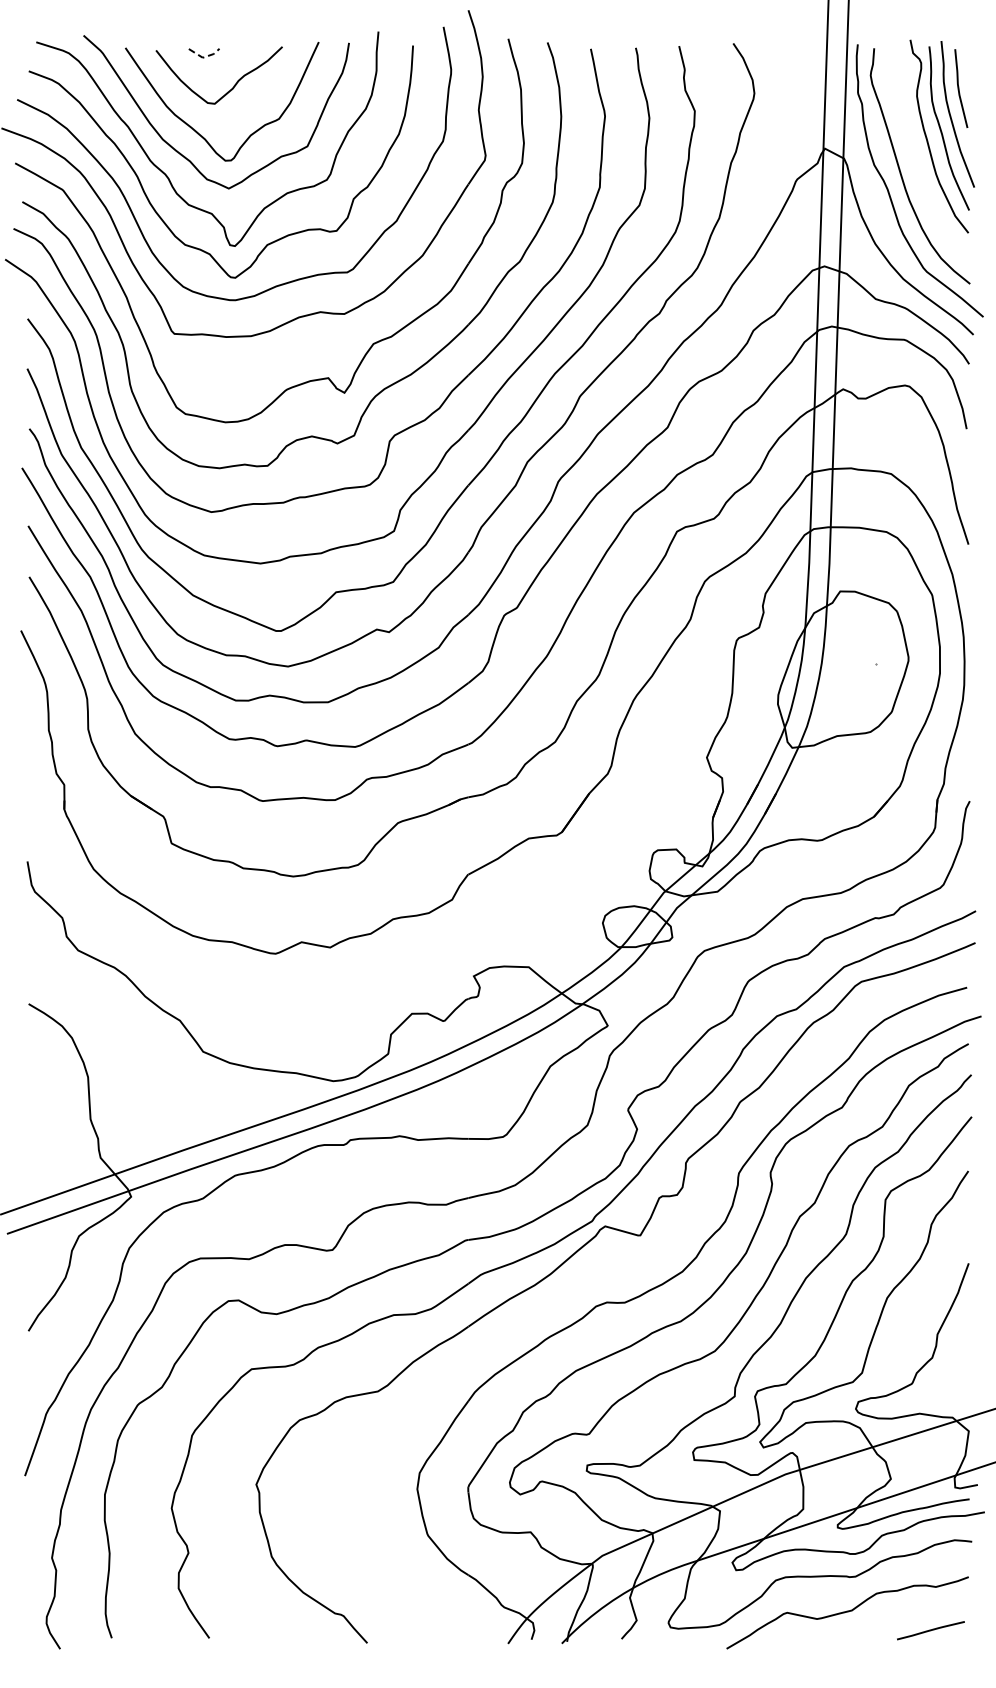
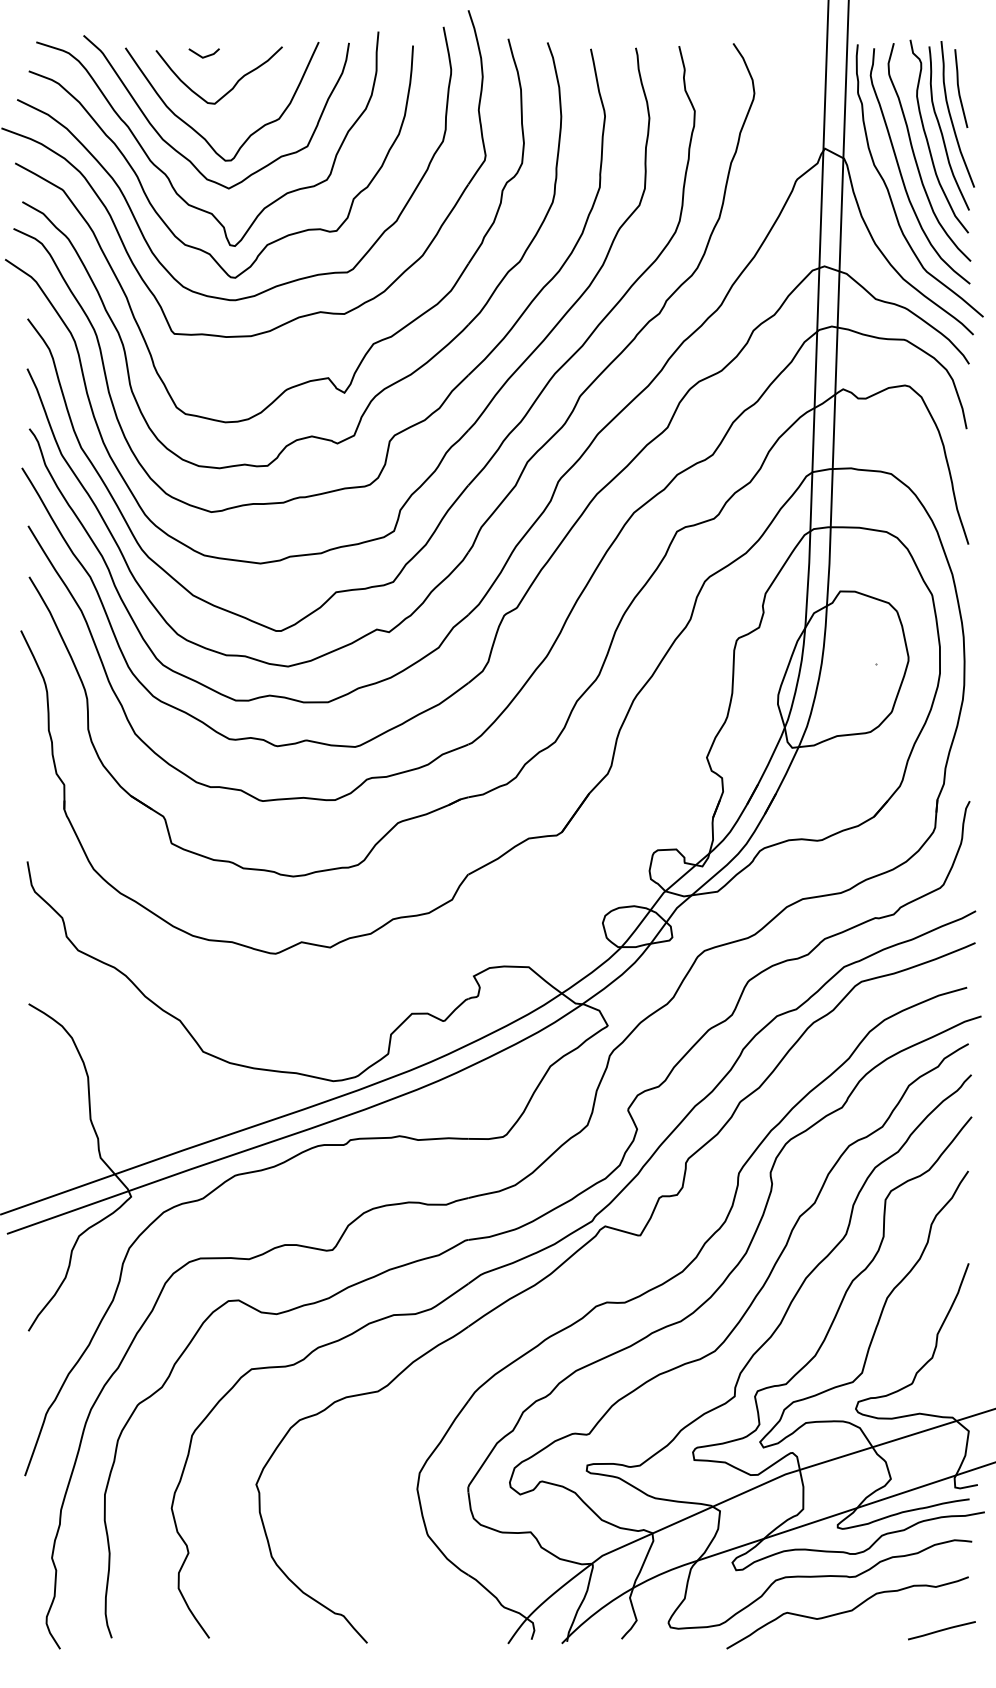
line at (204, 57): dashed -> solid
curve at (915, 155): none -> present
line at (930, 1630) position: (930, 1630) -> (941, 1630)
